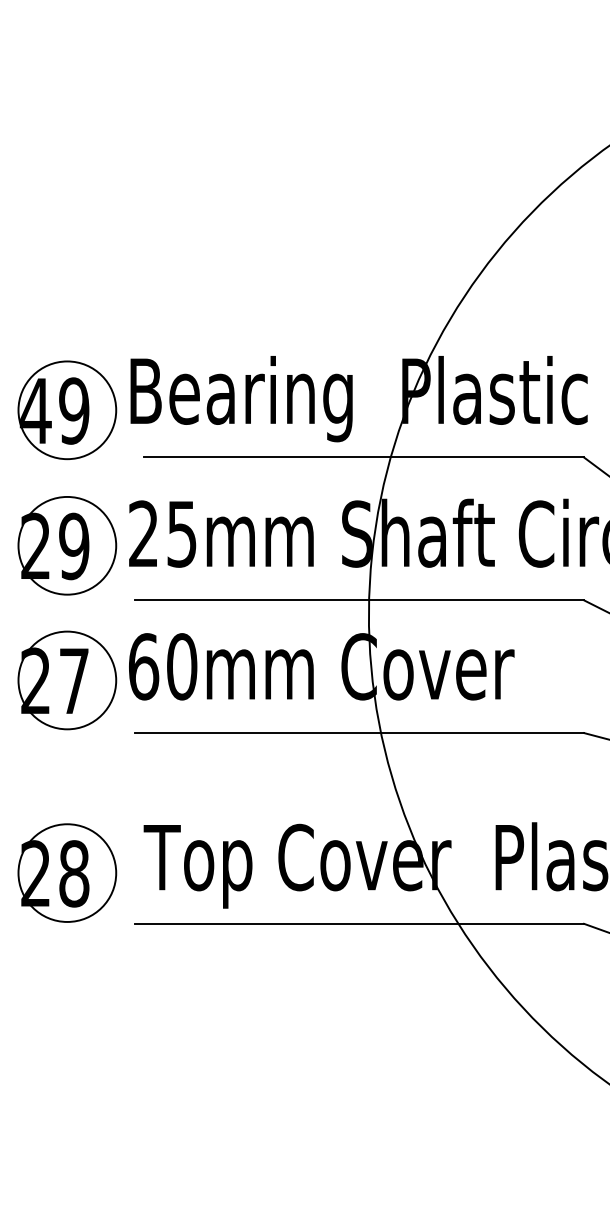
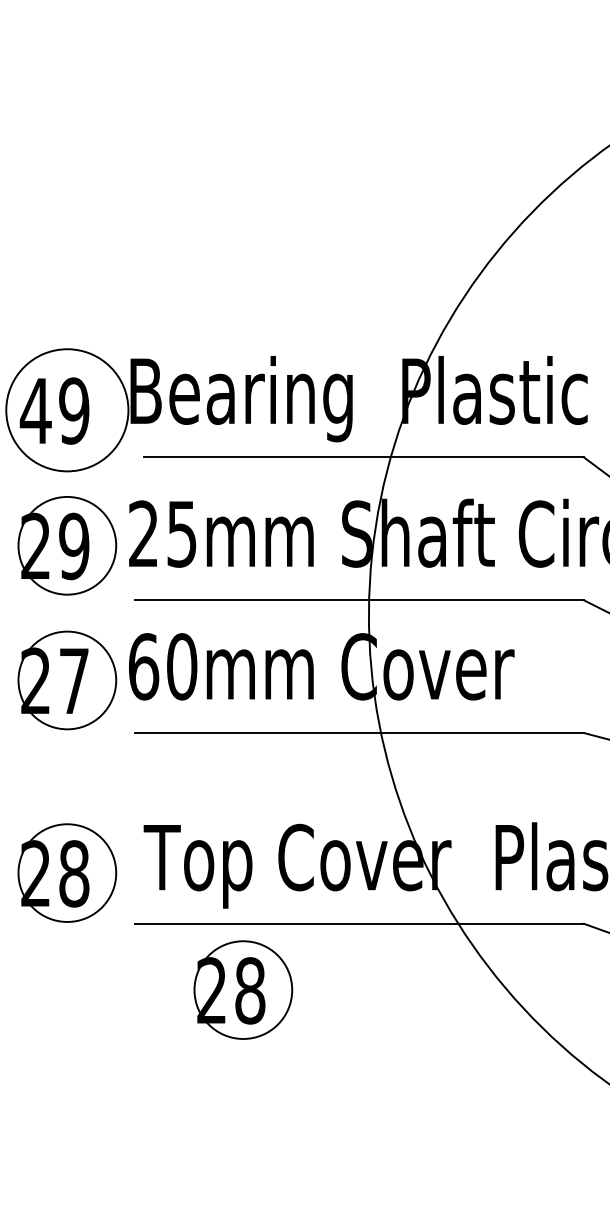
circle at (67, 410) diameter: 98 px -> 122 px
part at (243, 989): none -> present
